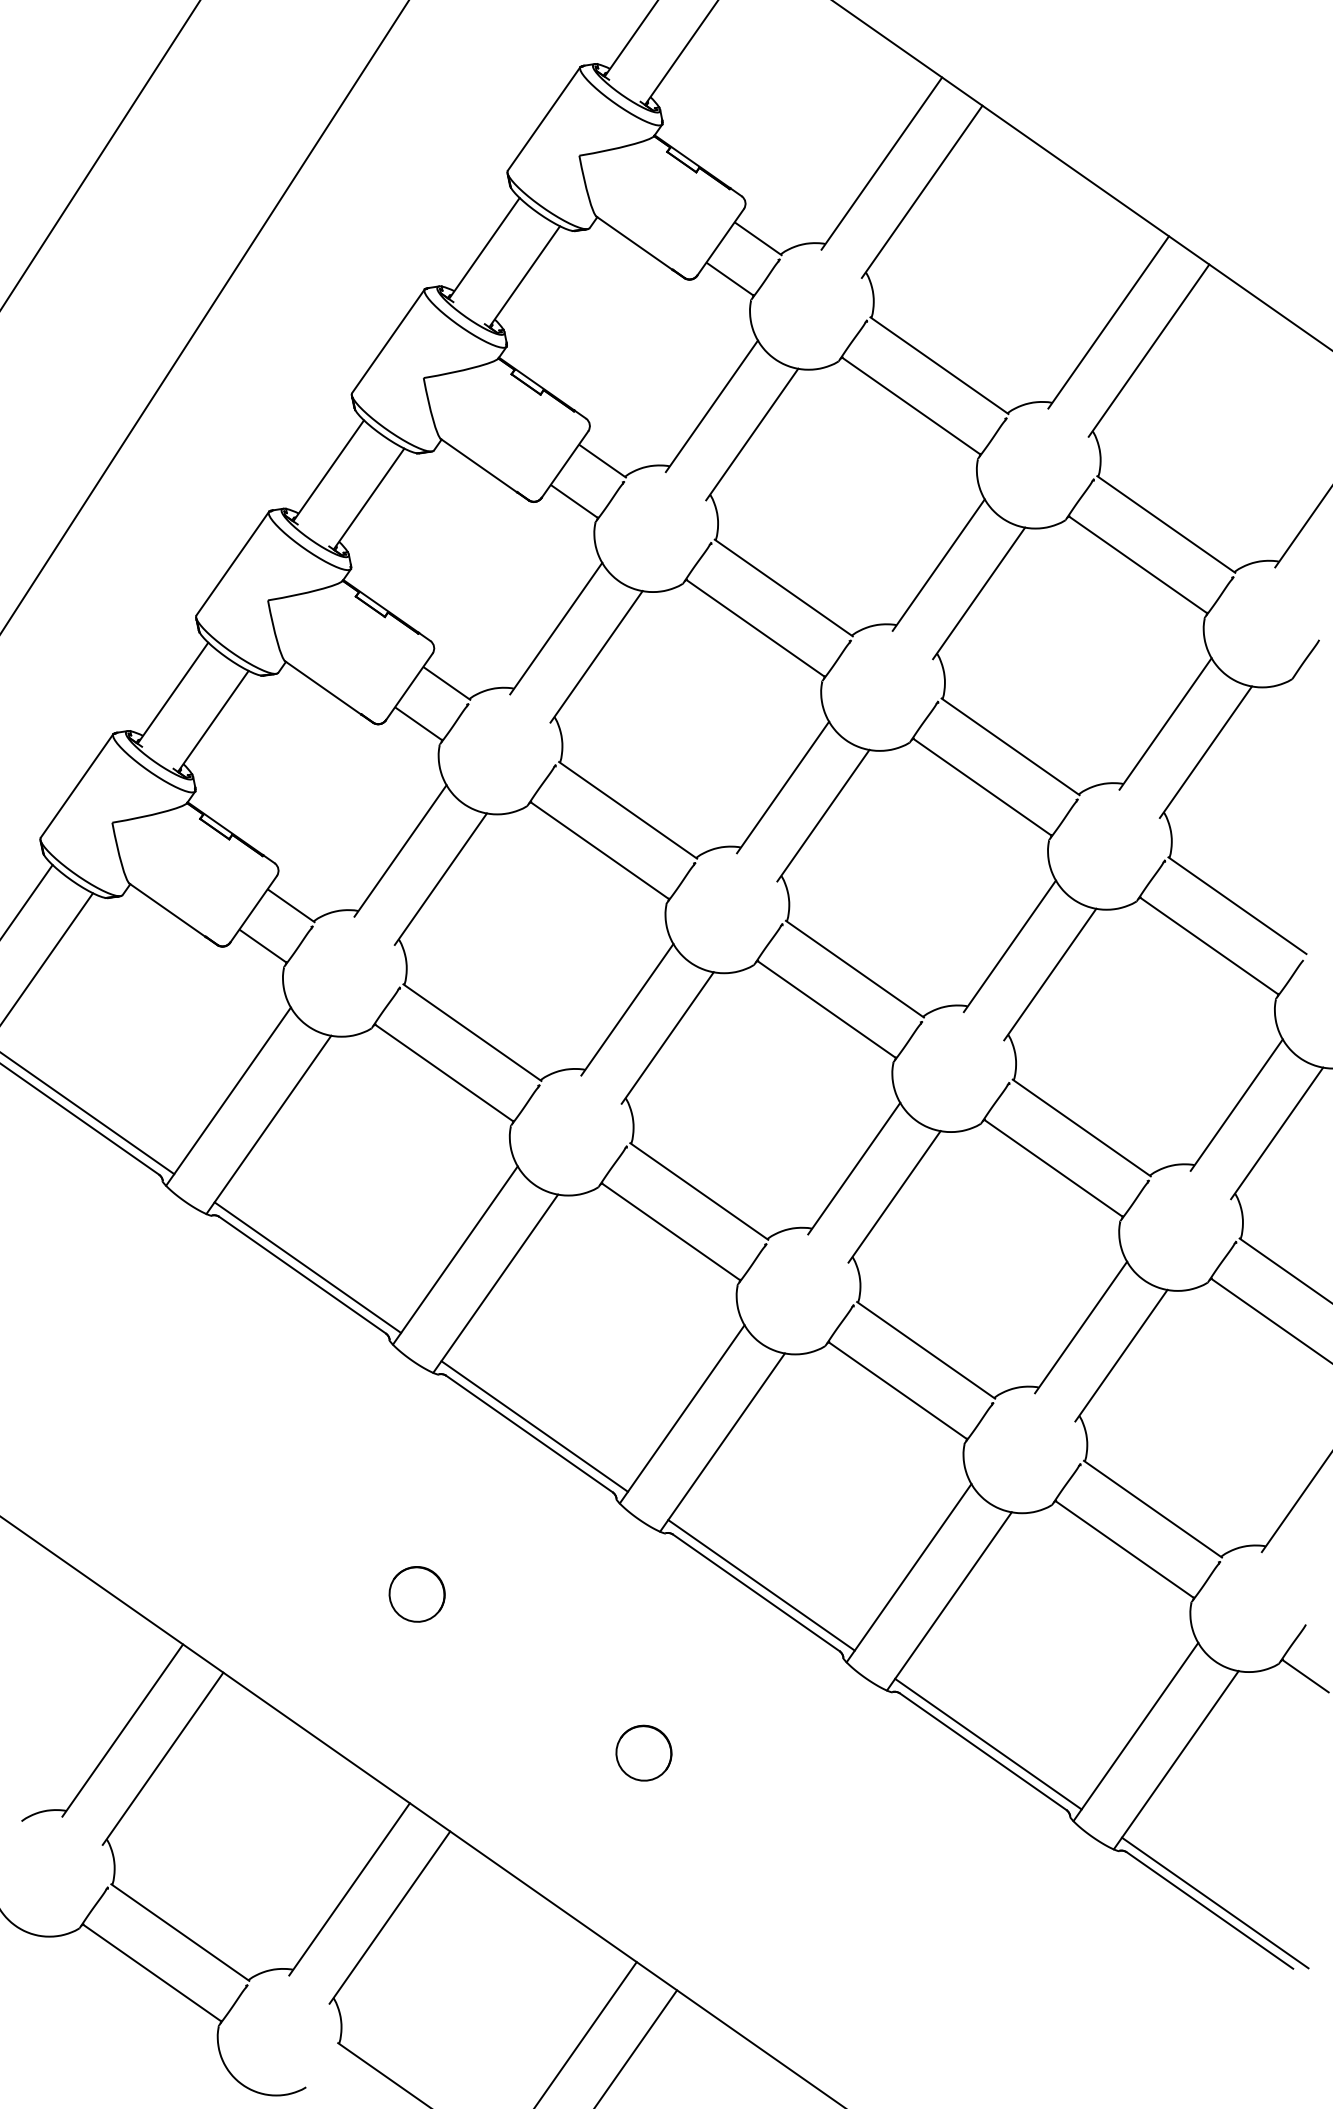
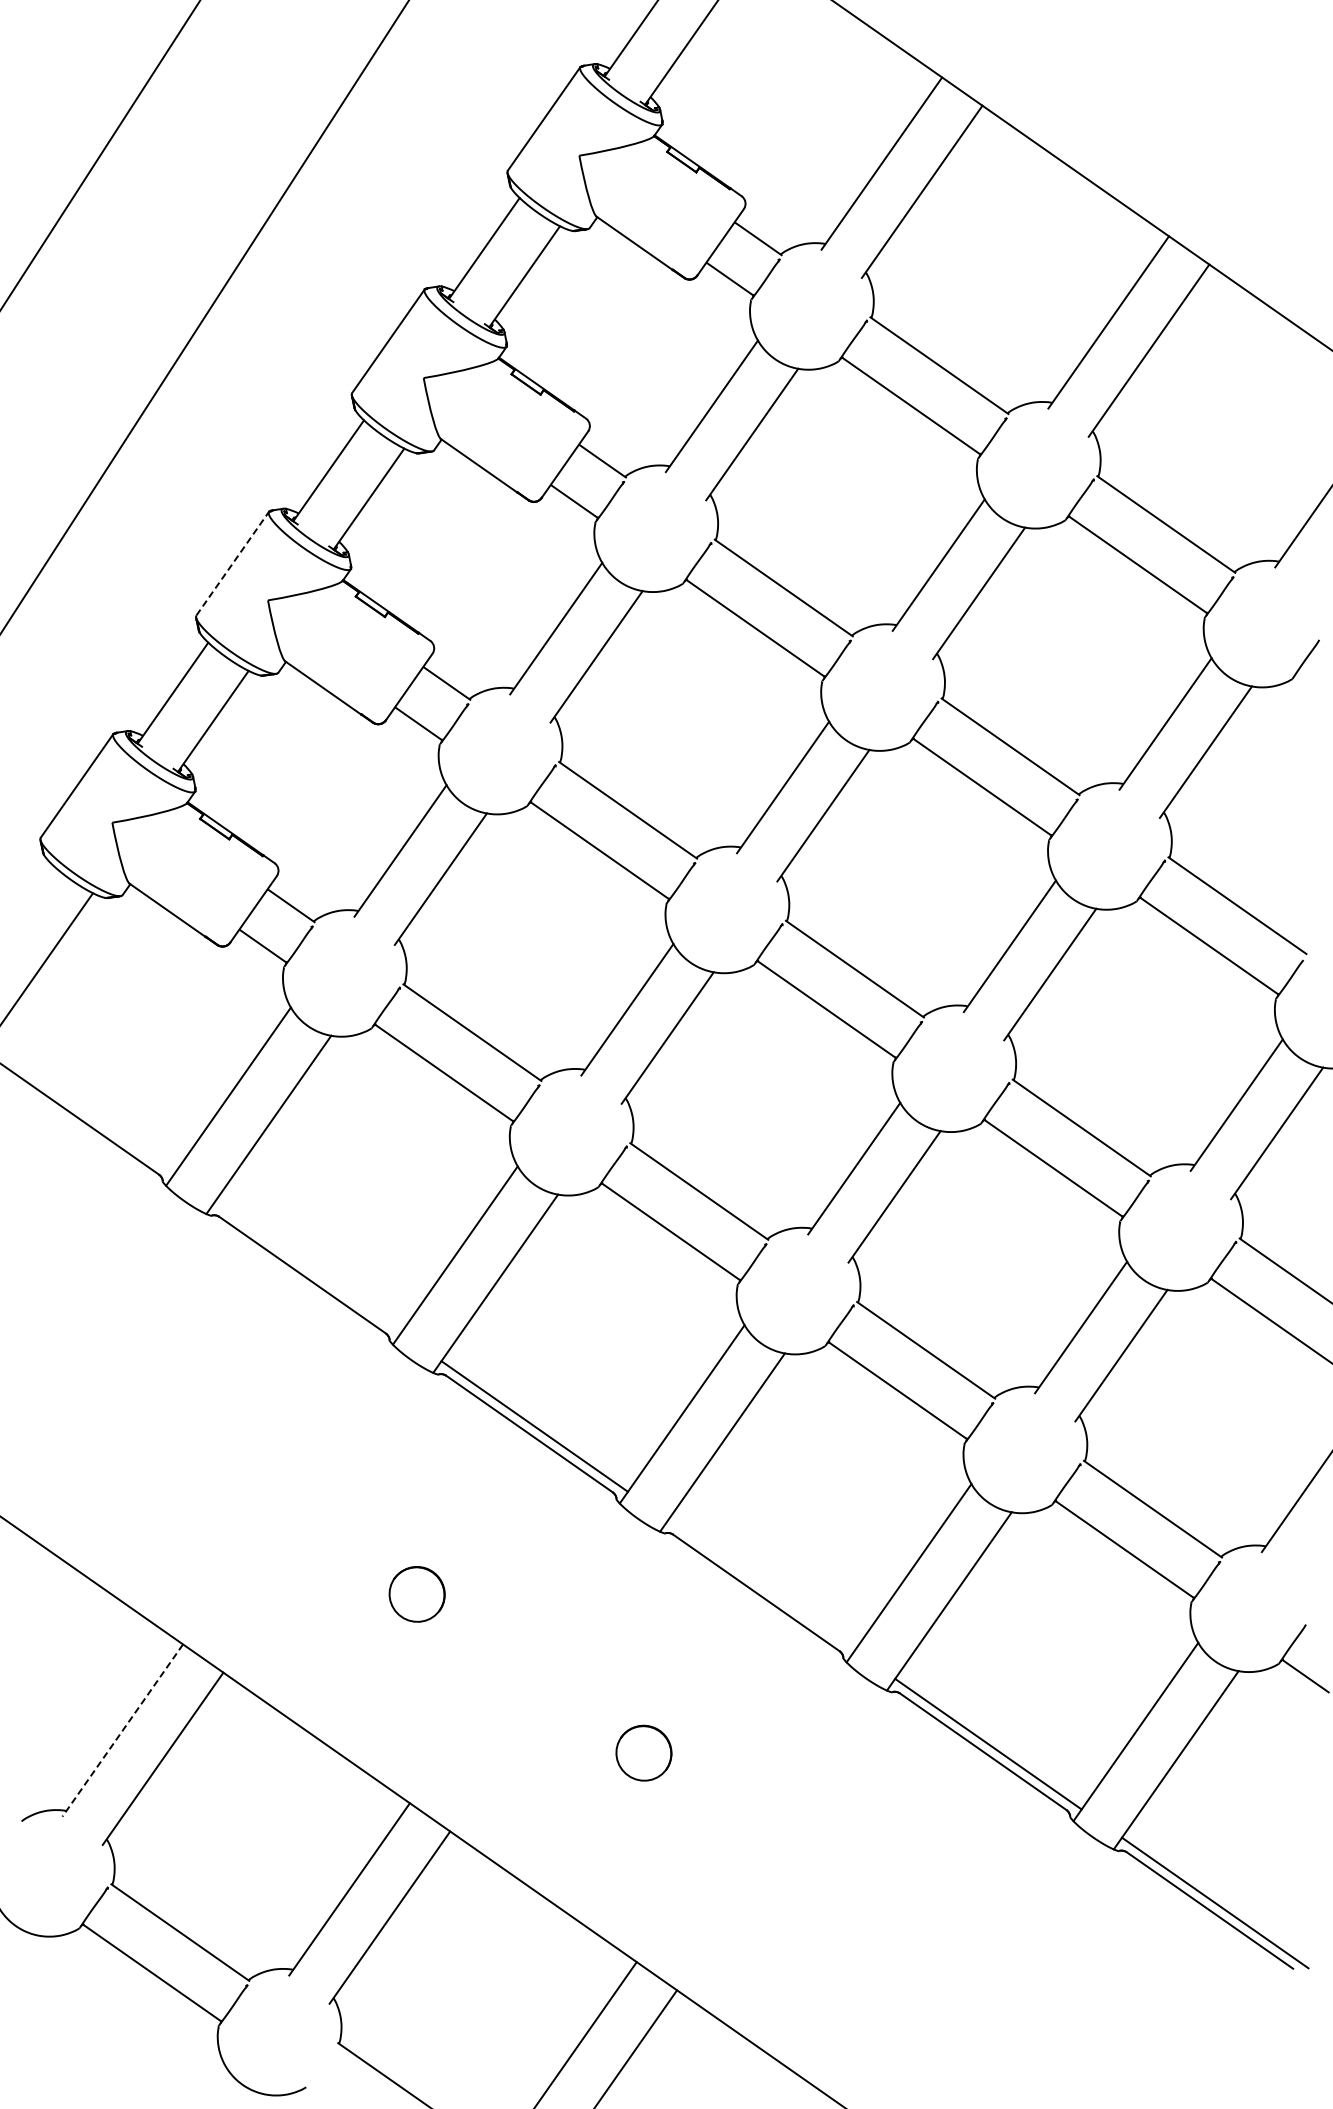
line at (233, 563): solid -> dashed
line at (27, 901): present -> none
line at (88, 1113): present -> none
line at (307, 1267): present -> none
line at (761, 1585): present -> none
line at (122, 1730): solid -> dashed
